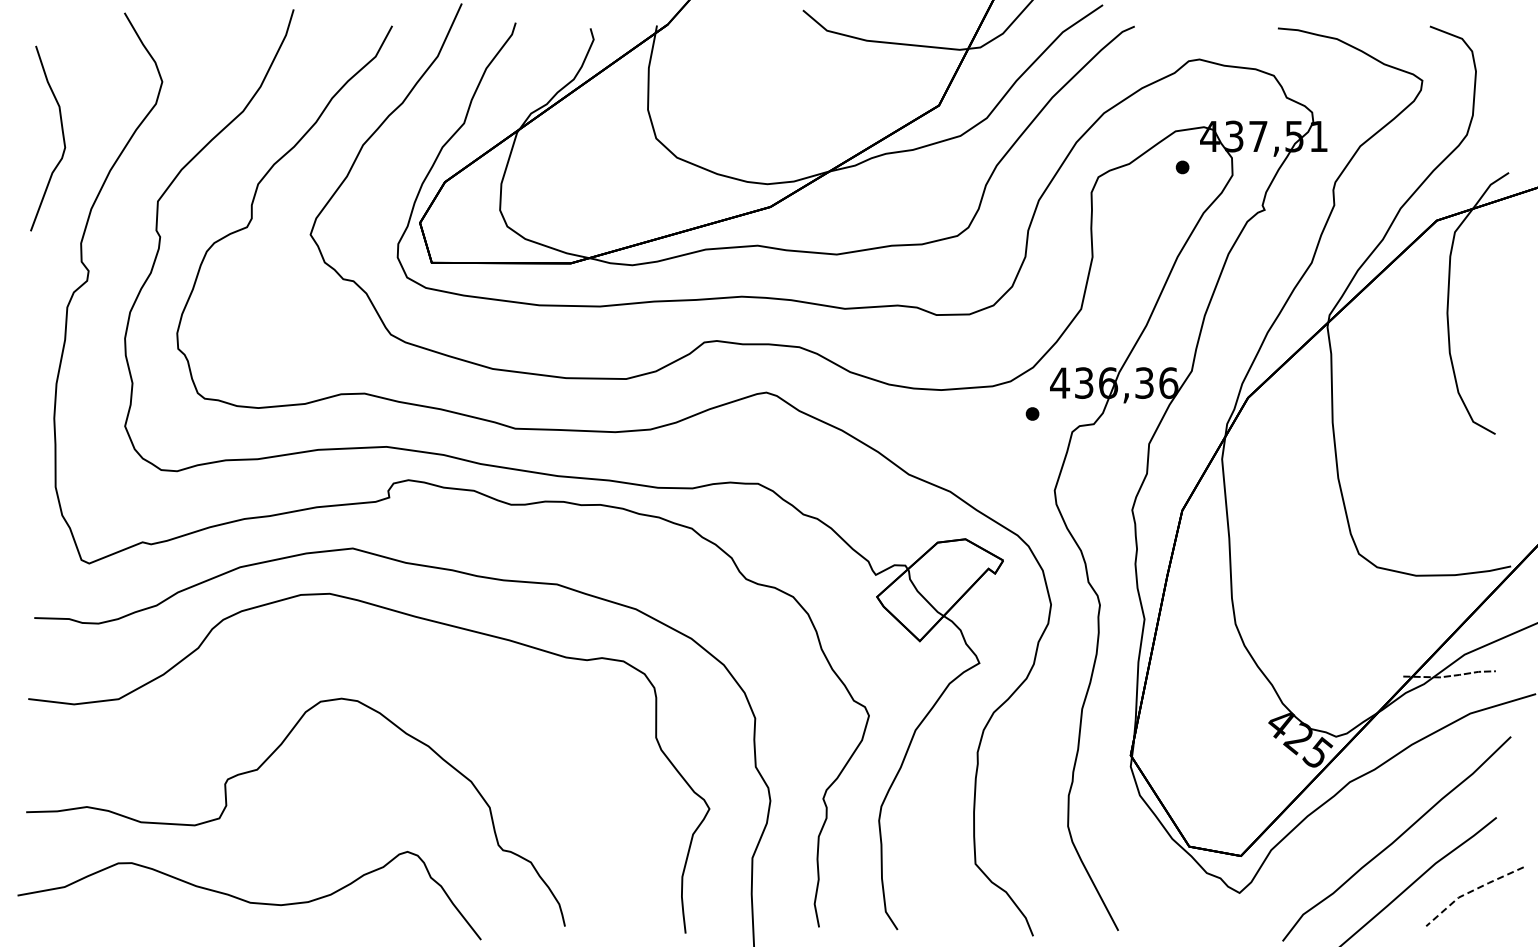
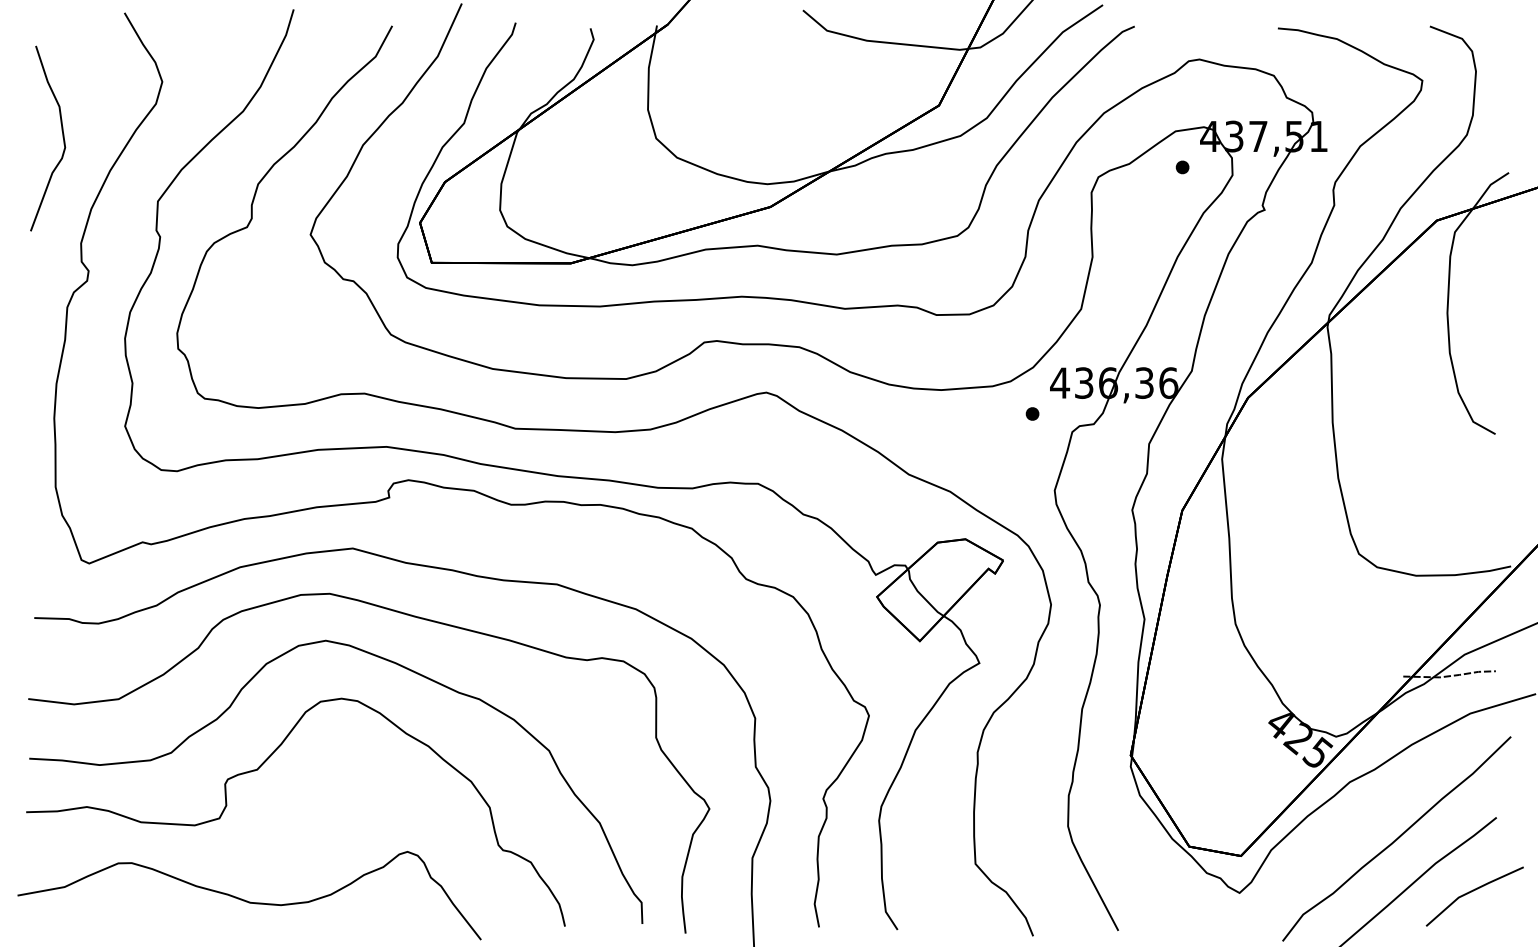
curve at (231, 706): none -> present
line at (1471, 891): dashed -> solid
